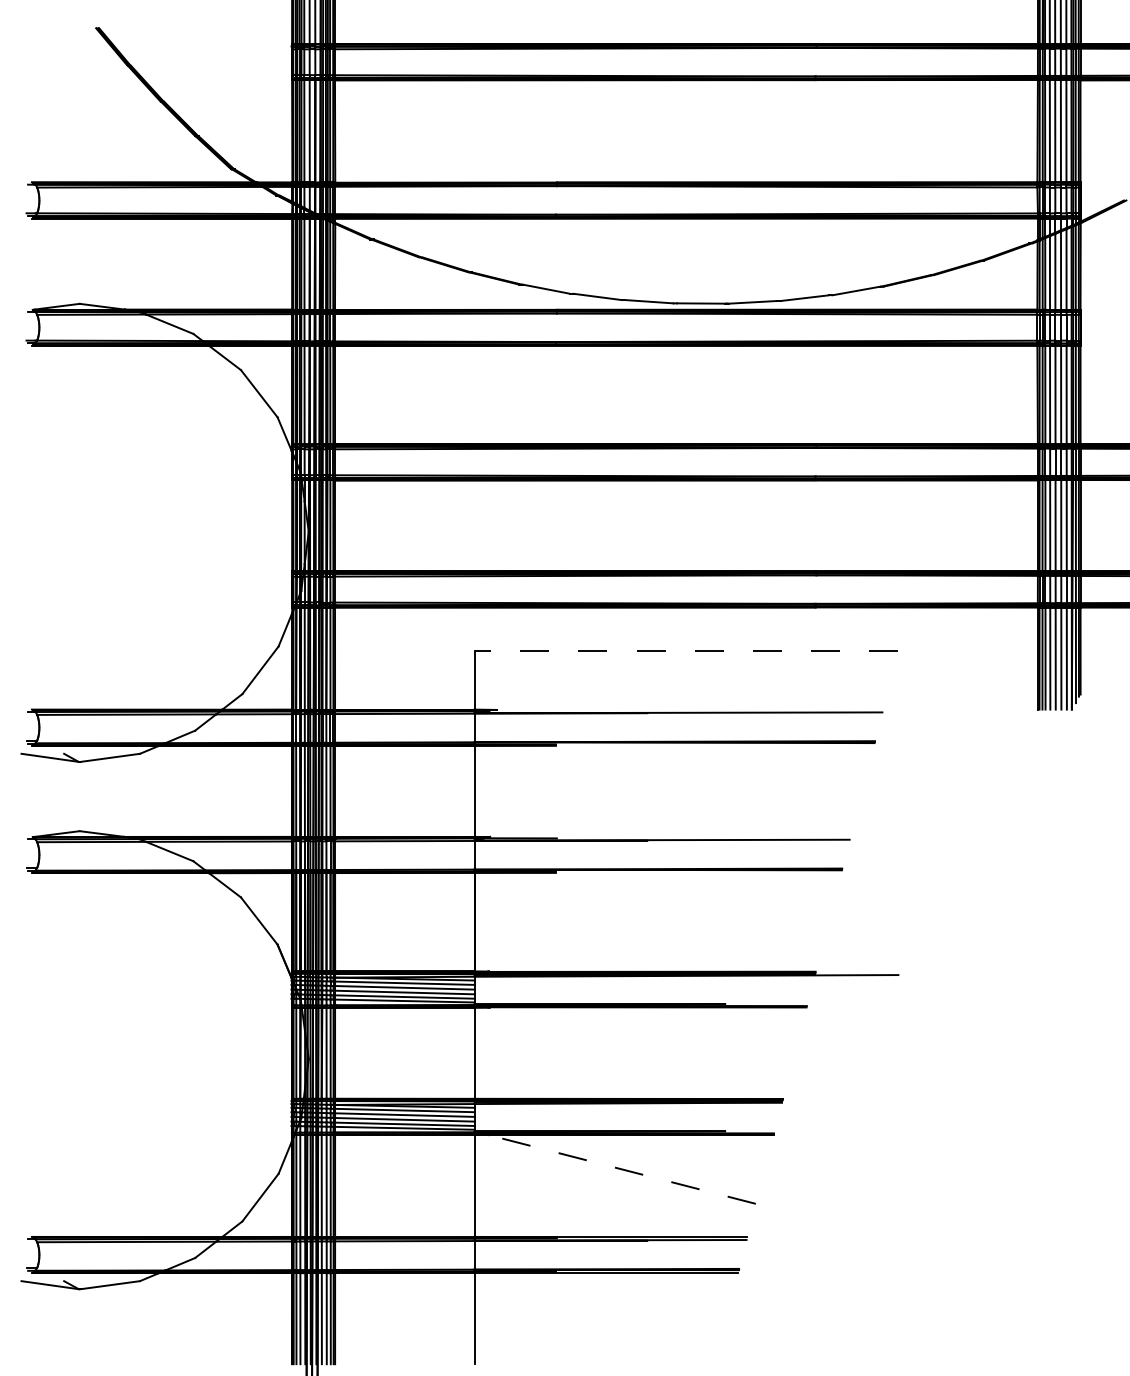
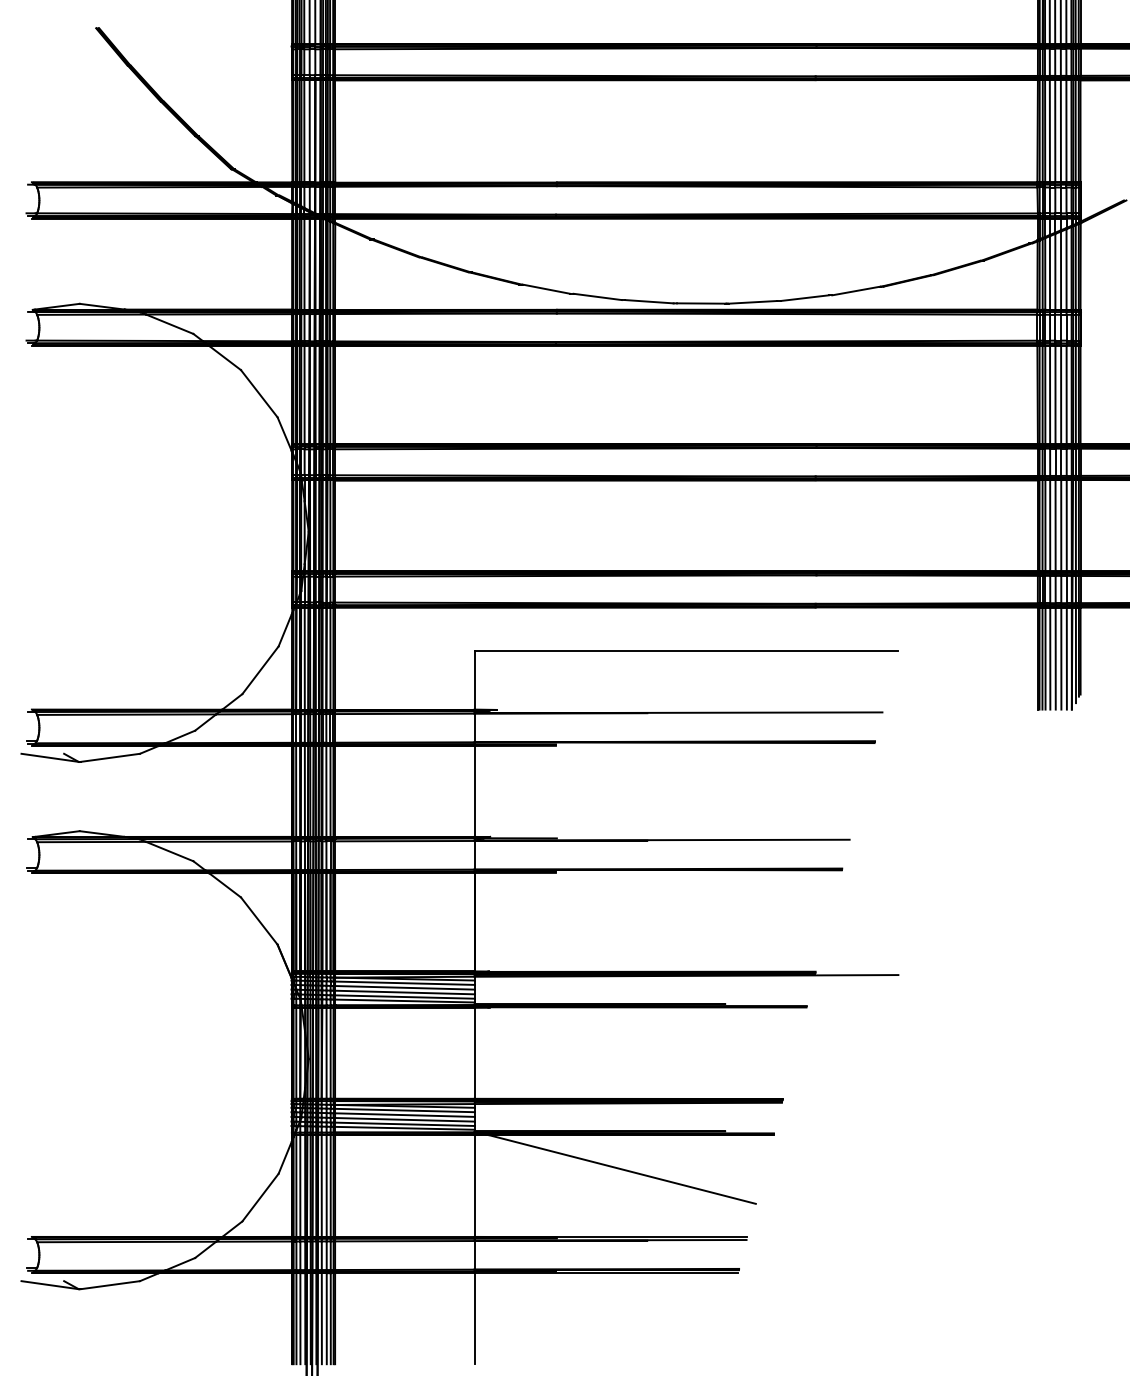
line at (686, 650): dashed -> solid
line at (622, 1169): dashed -> solid
